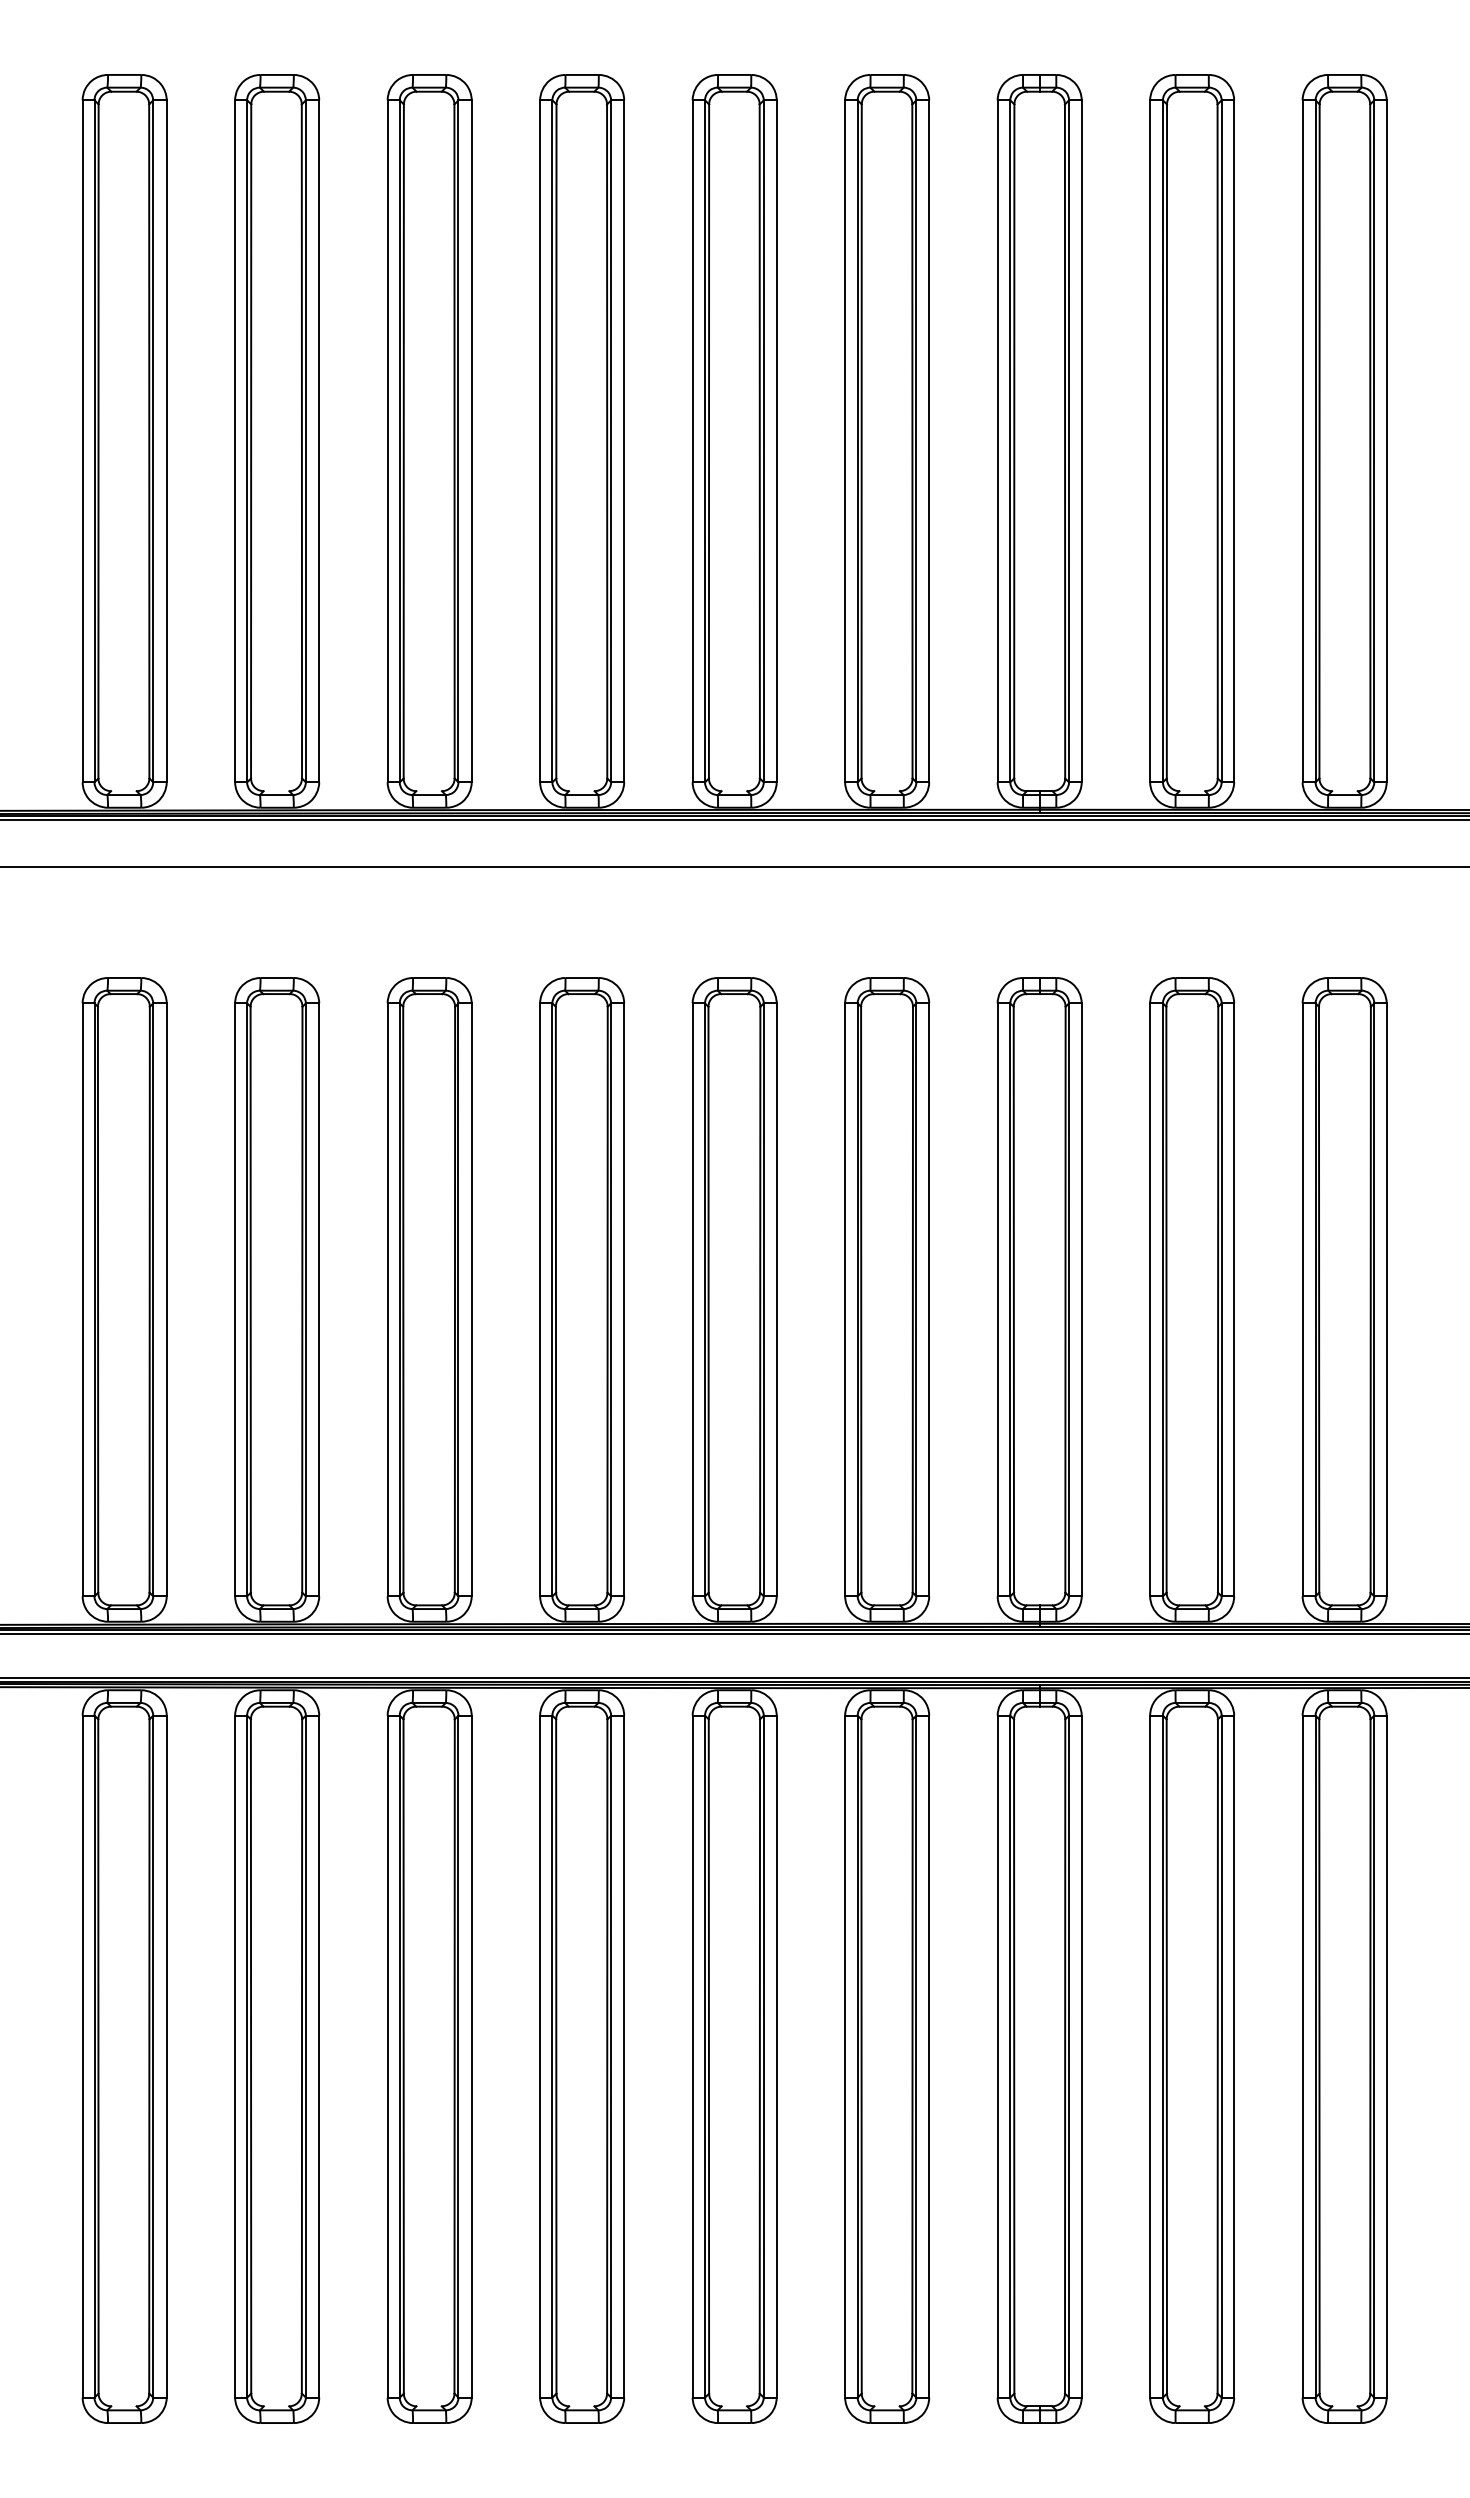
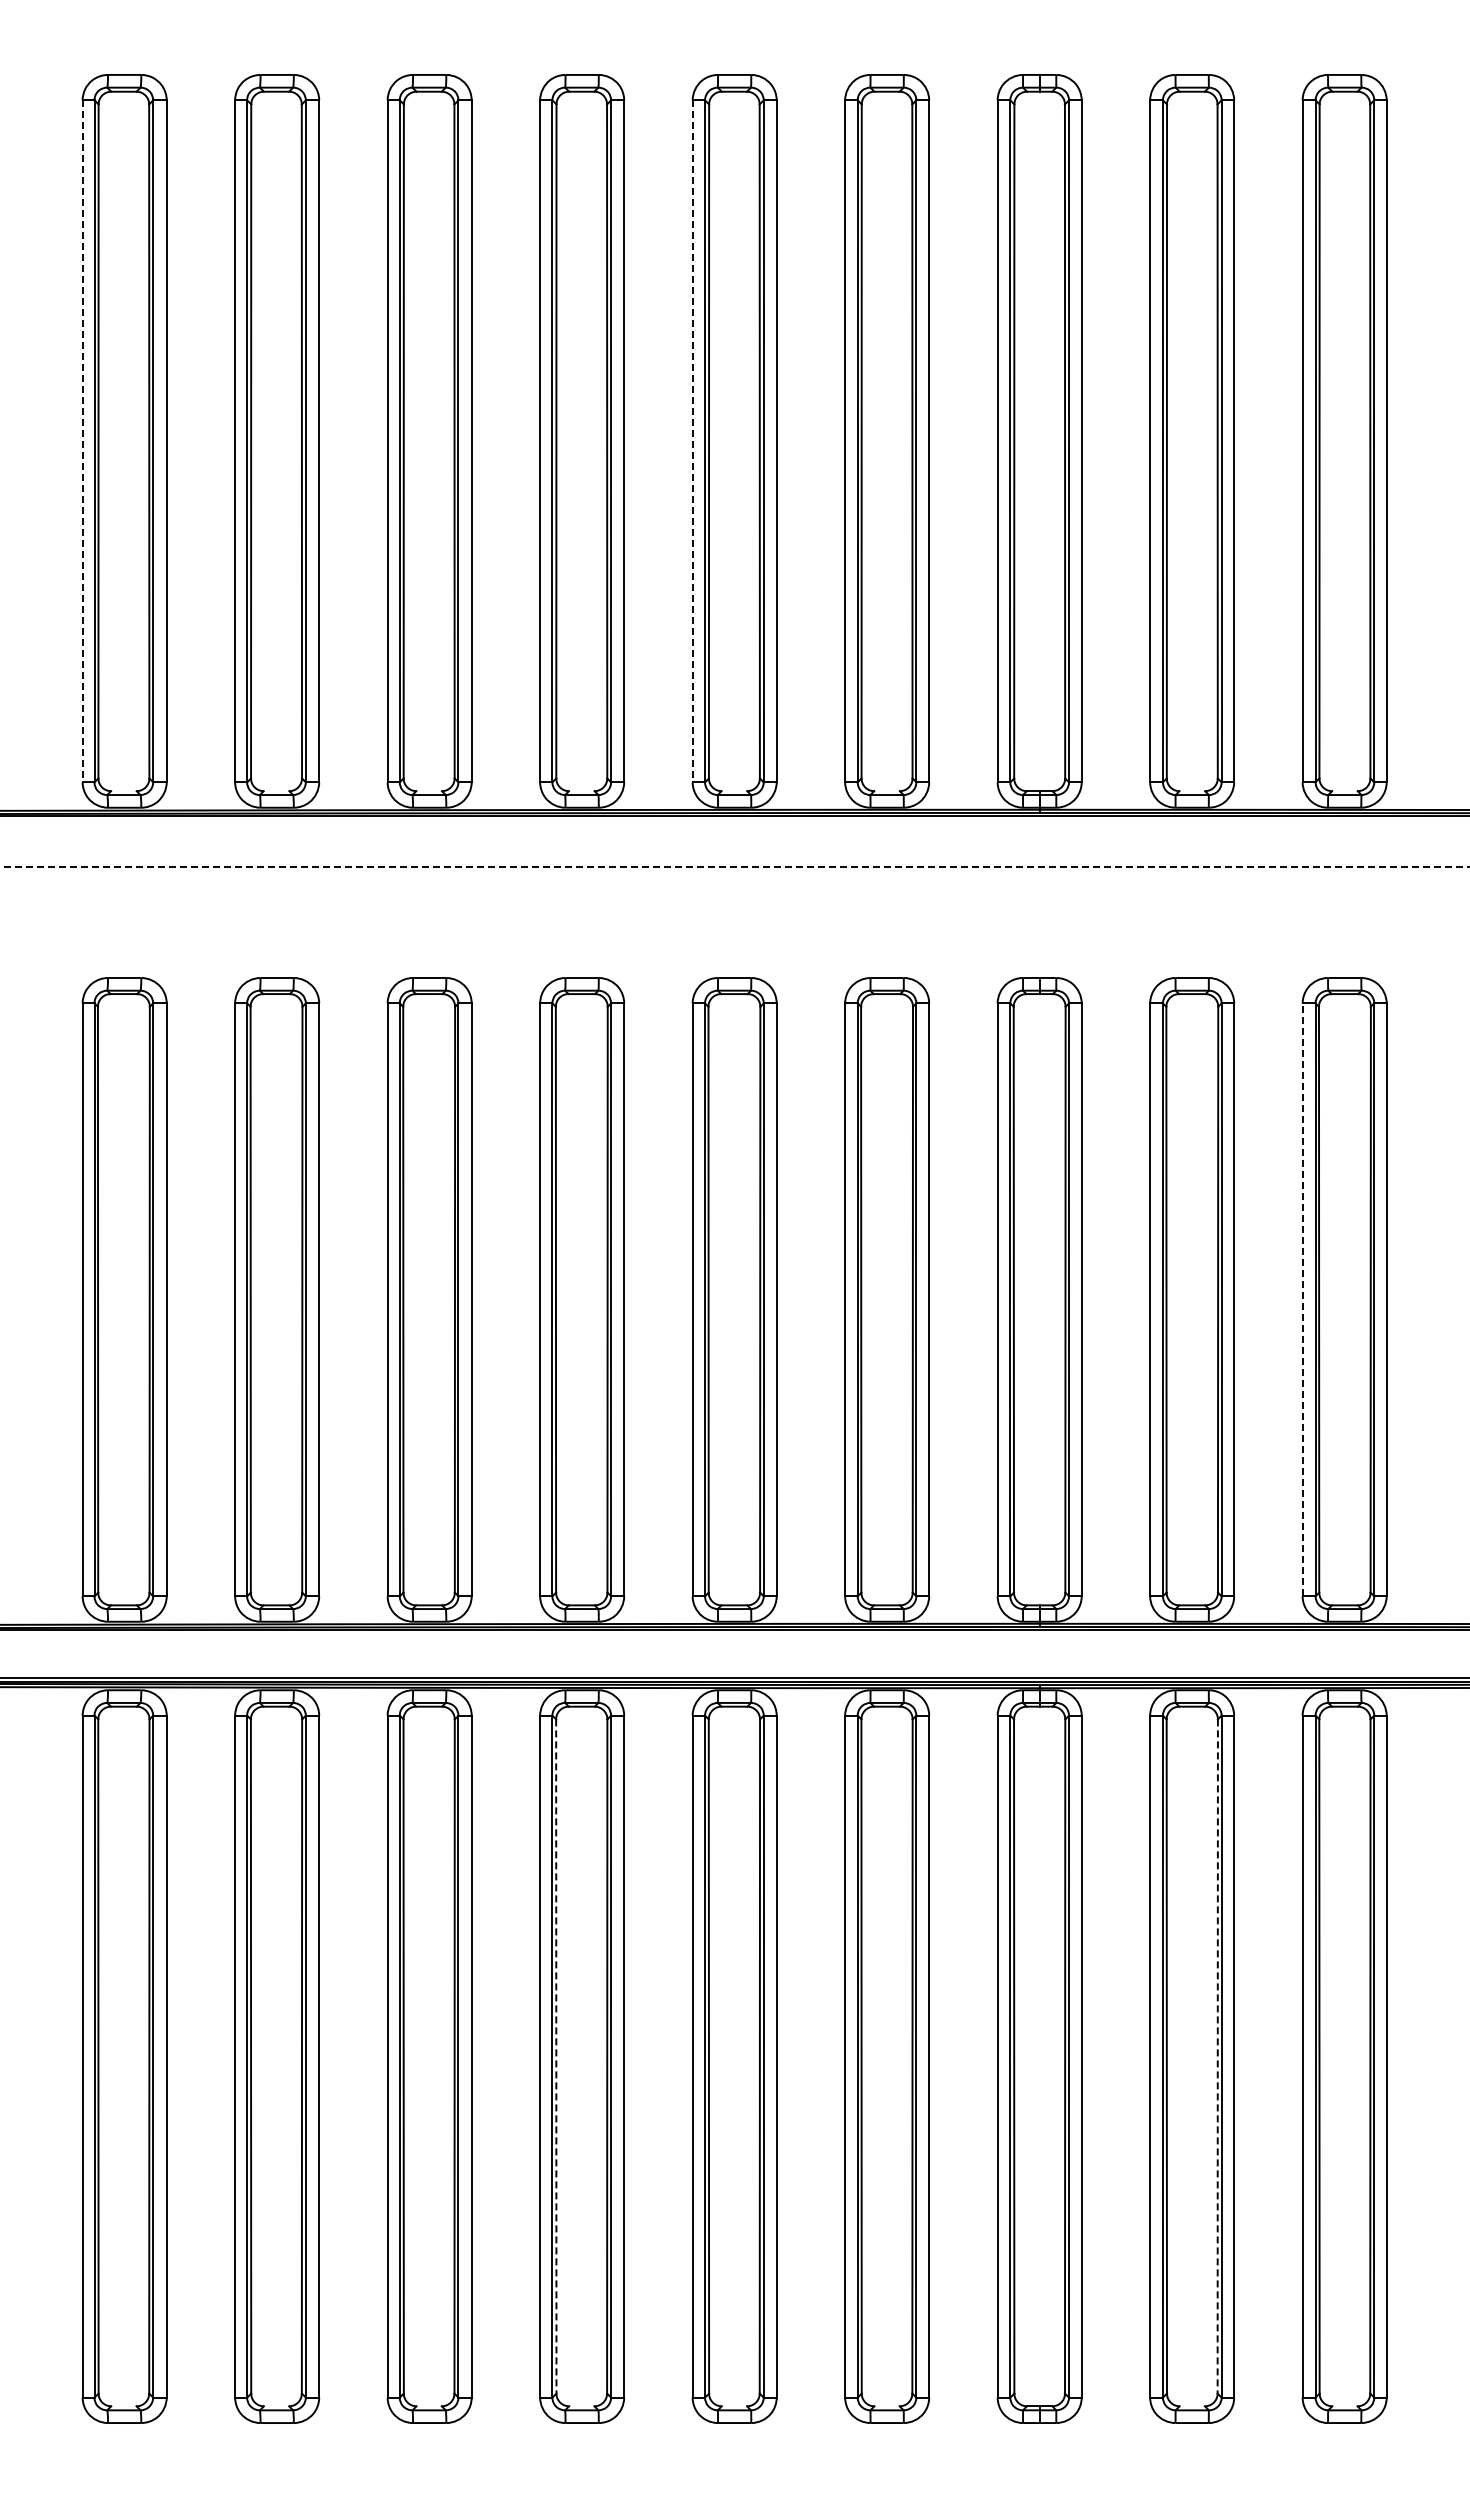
line at (82, 441): solid -> dashed
line at (692, 441): solid -> dashed
line at (734, 819): present -> none
line at (734, 867): solid -> dashed
line at (1302, 1299): solid -> dashed
line at (734, 1633): present -> none
line at (1217, 2056): solid -> dashed
line at (556, 2057): solid -> dashed
